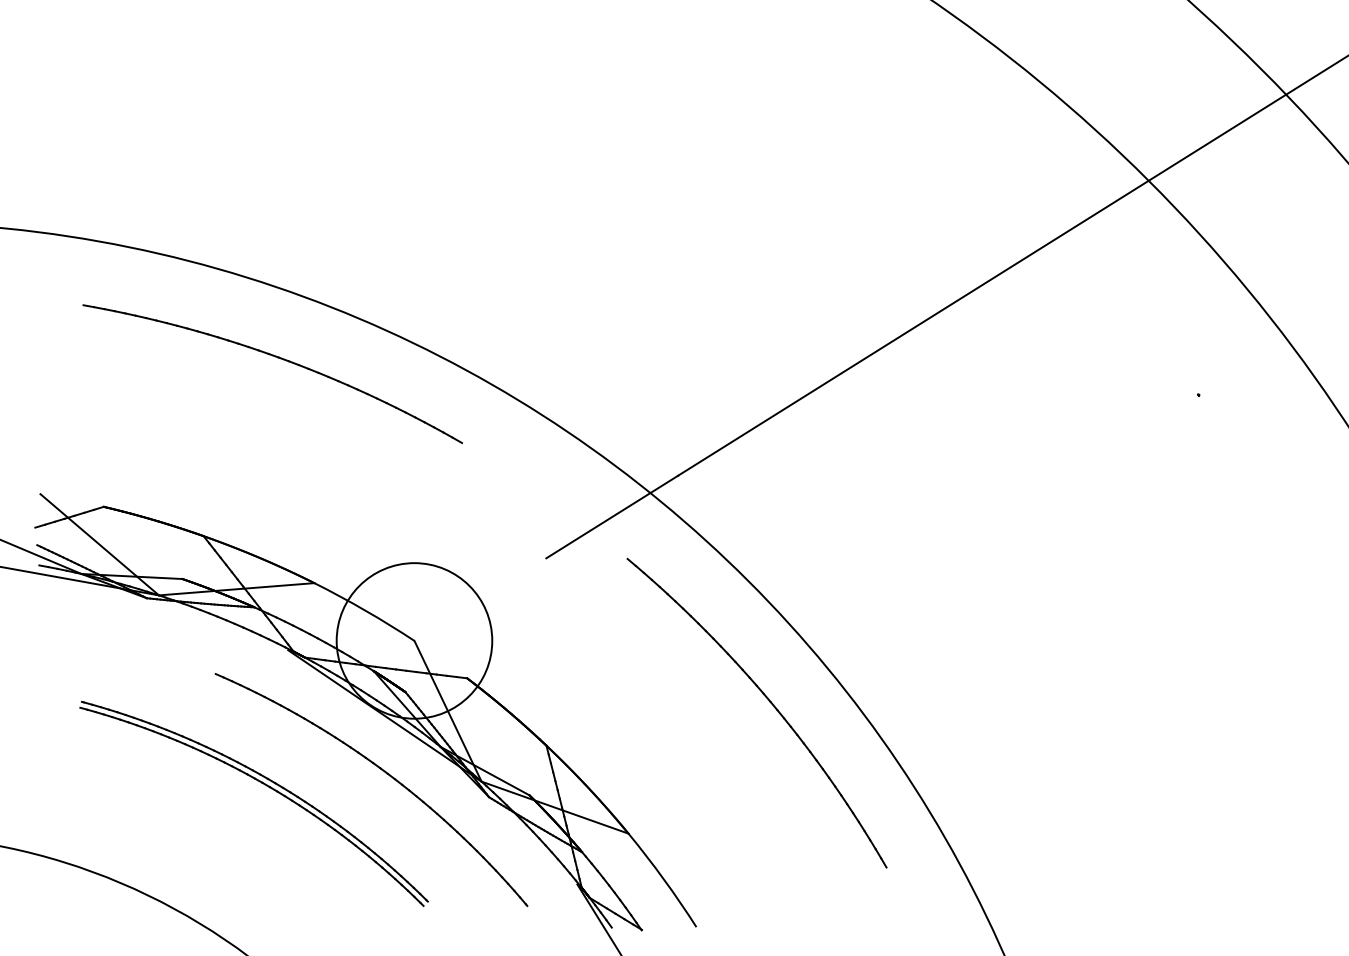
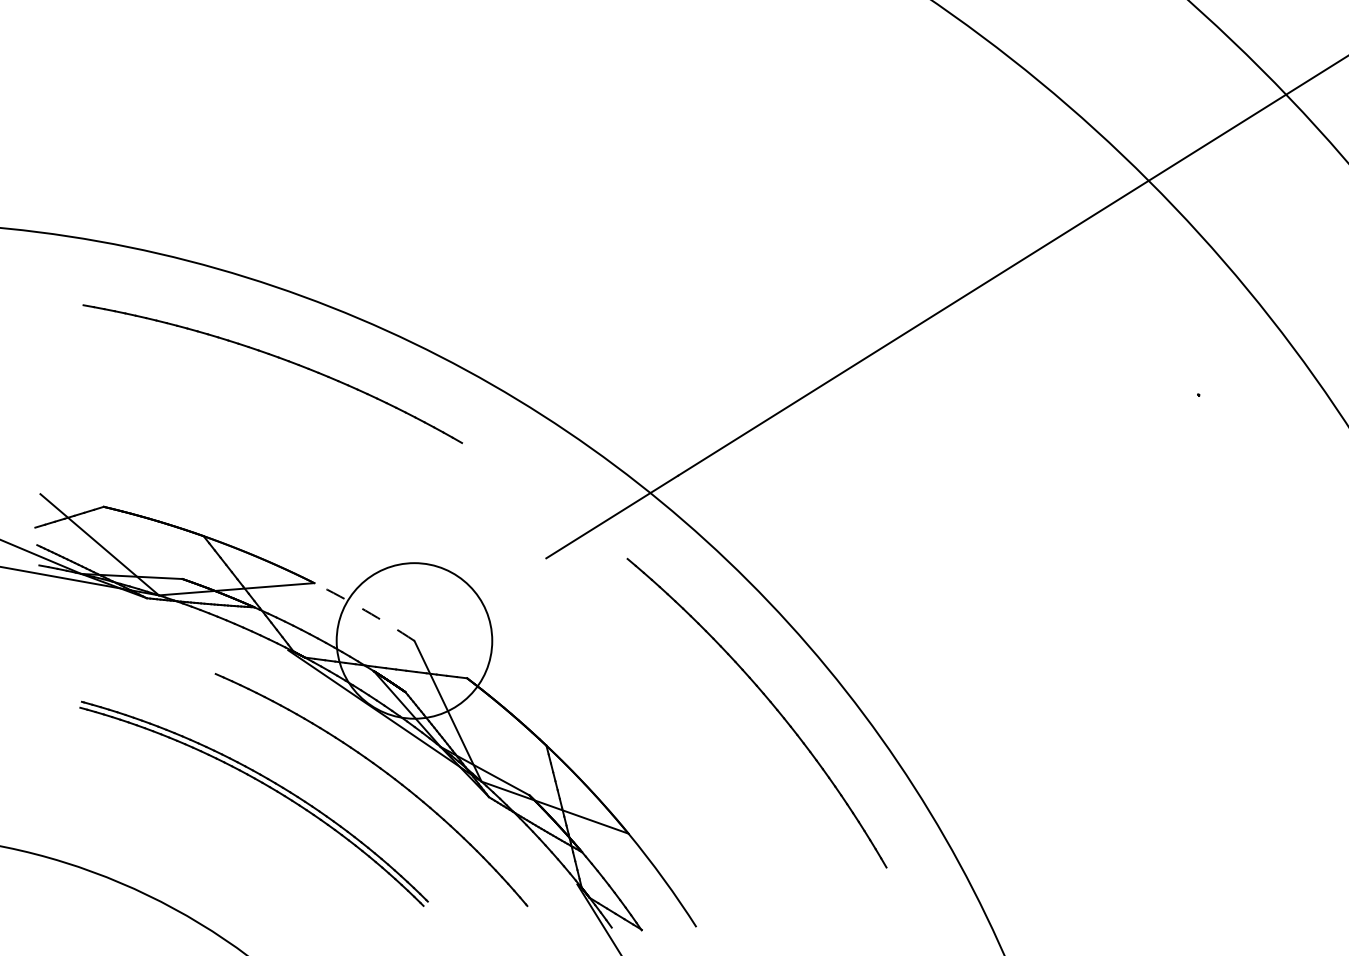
arc at (365, 610): solid -> dashed
